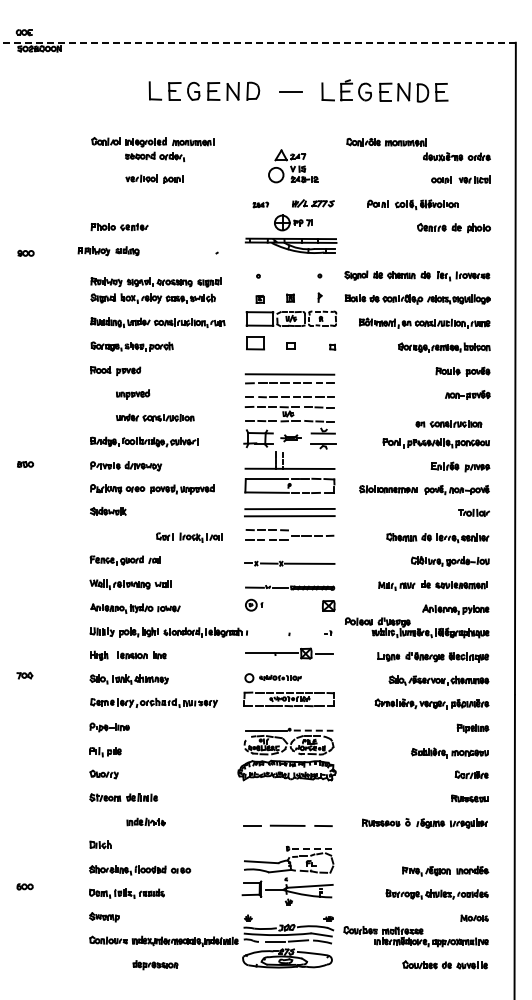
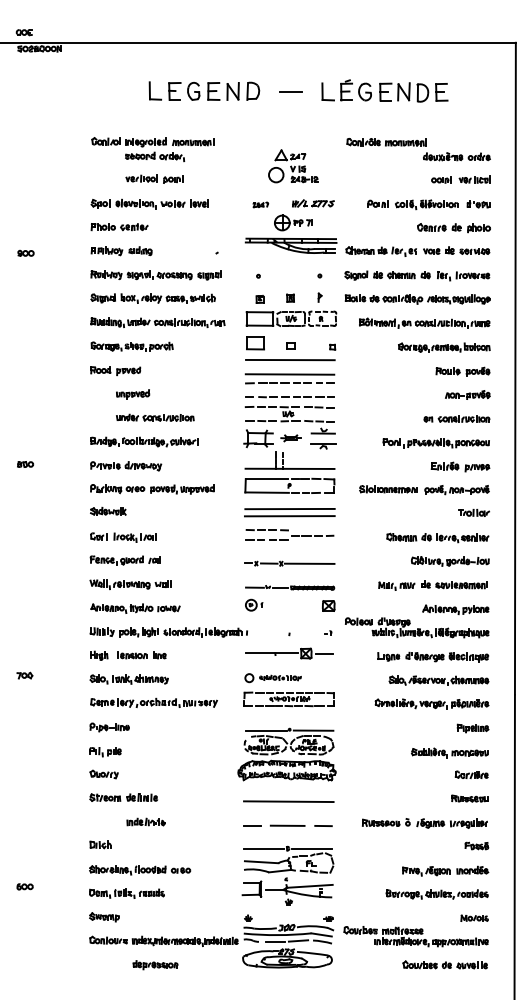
line at (257, 42): dashed -> solid
part at (149, 203): none -> present
part at (478, 204): none -> present
part at (108, 251) position: (108, 251) -> (121, 251)
part at (417, 251): none -> present
part at (155, 282) position: (155, 282) -> (155, 275)
line at (290, 359): none -> present
part at (448, 423) position: (448, 423) -> (456, 418)
part at (189, 537) position: (189, 537) -> (123, 537)
line at (313, 730): dashed -> solid
line at (288, 801): none -> present
part at (476, 845): none -> present
line at (263, 848): none -> present
line at (312, 848): dashed -> solid
